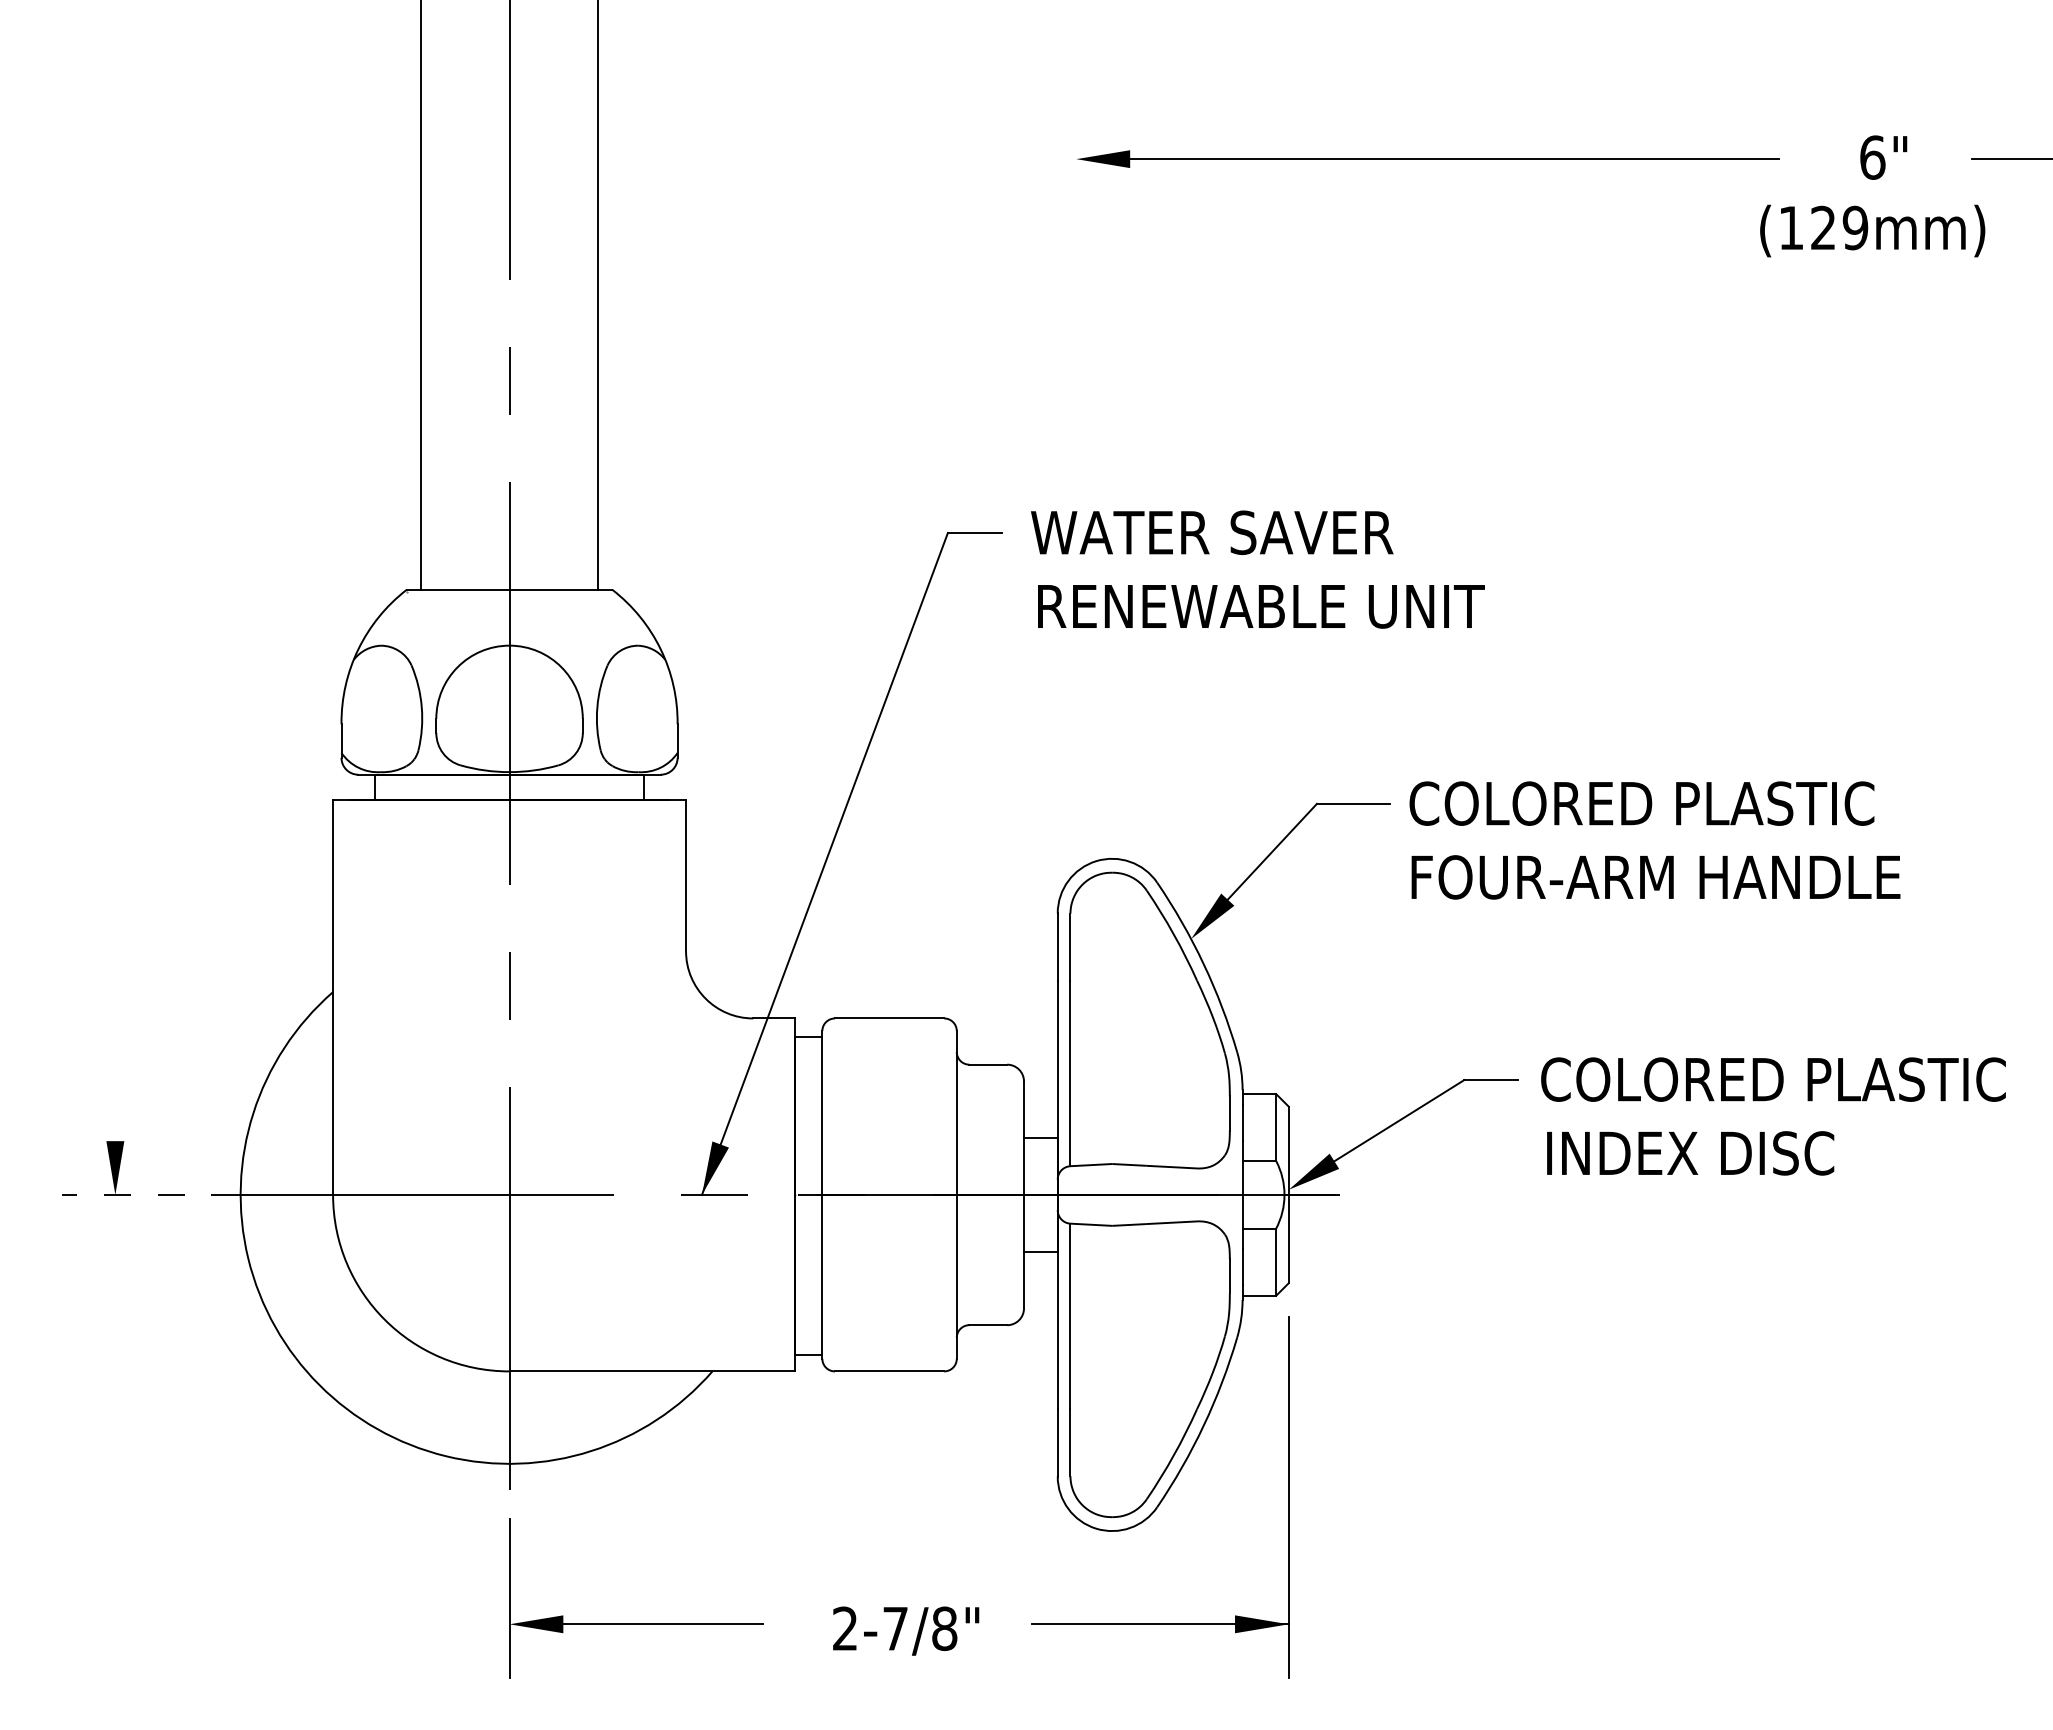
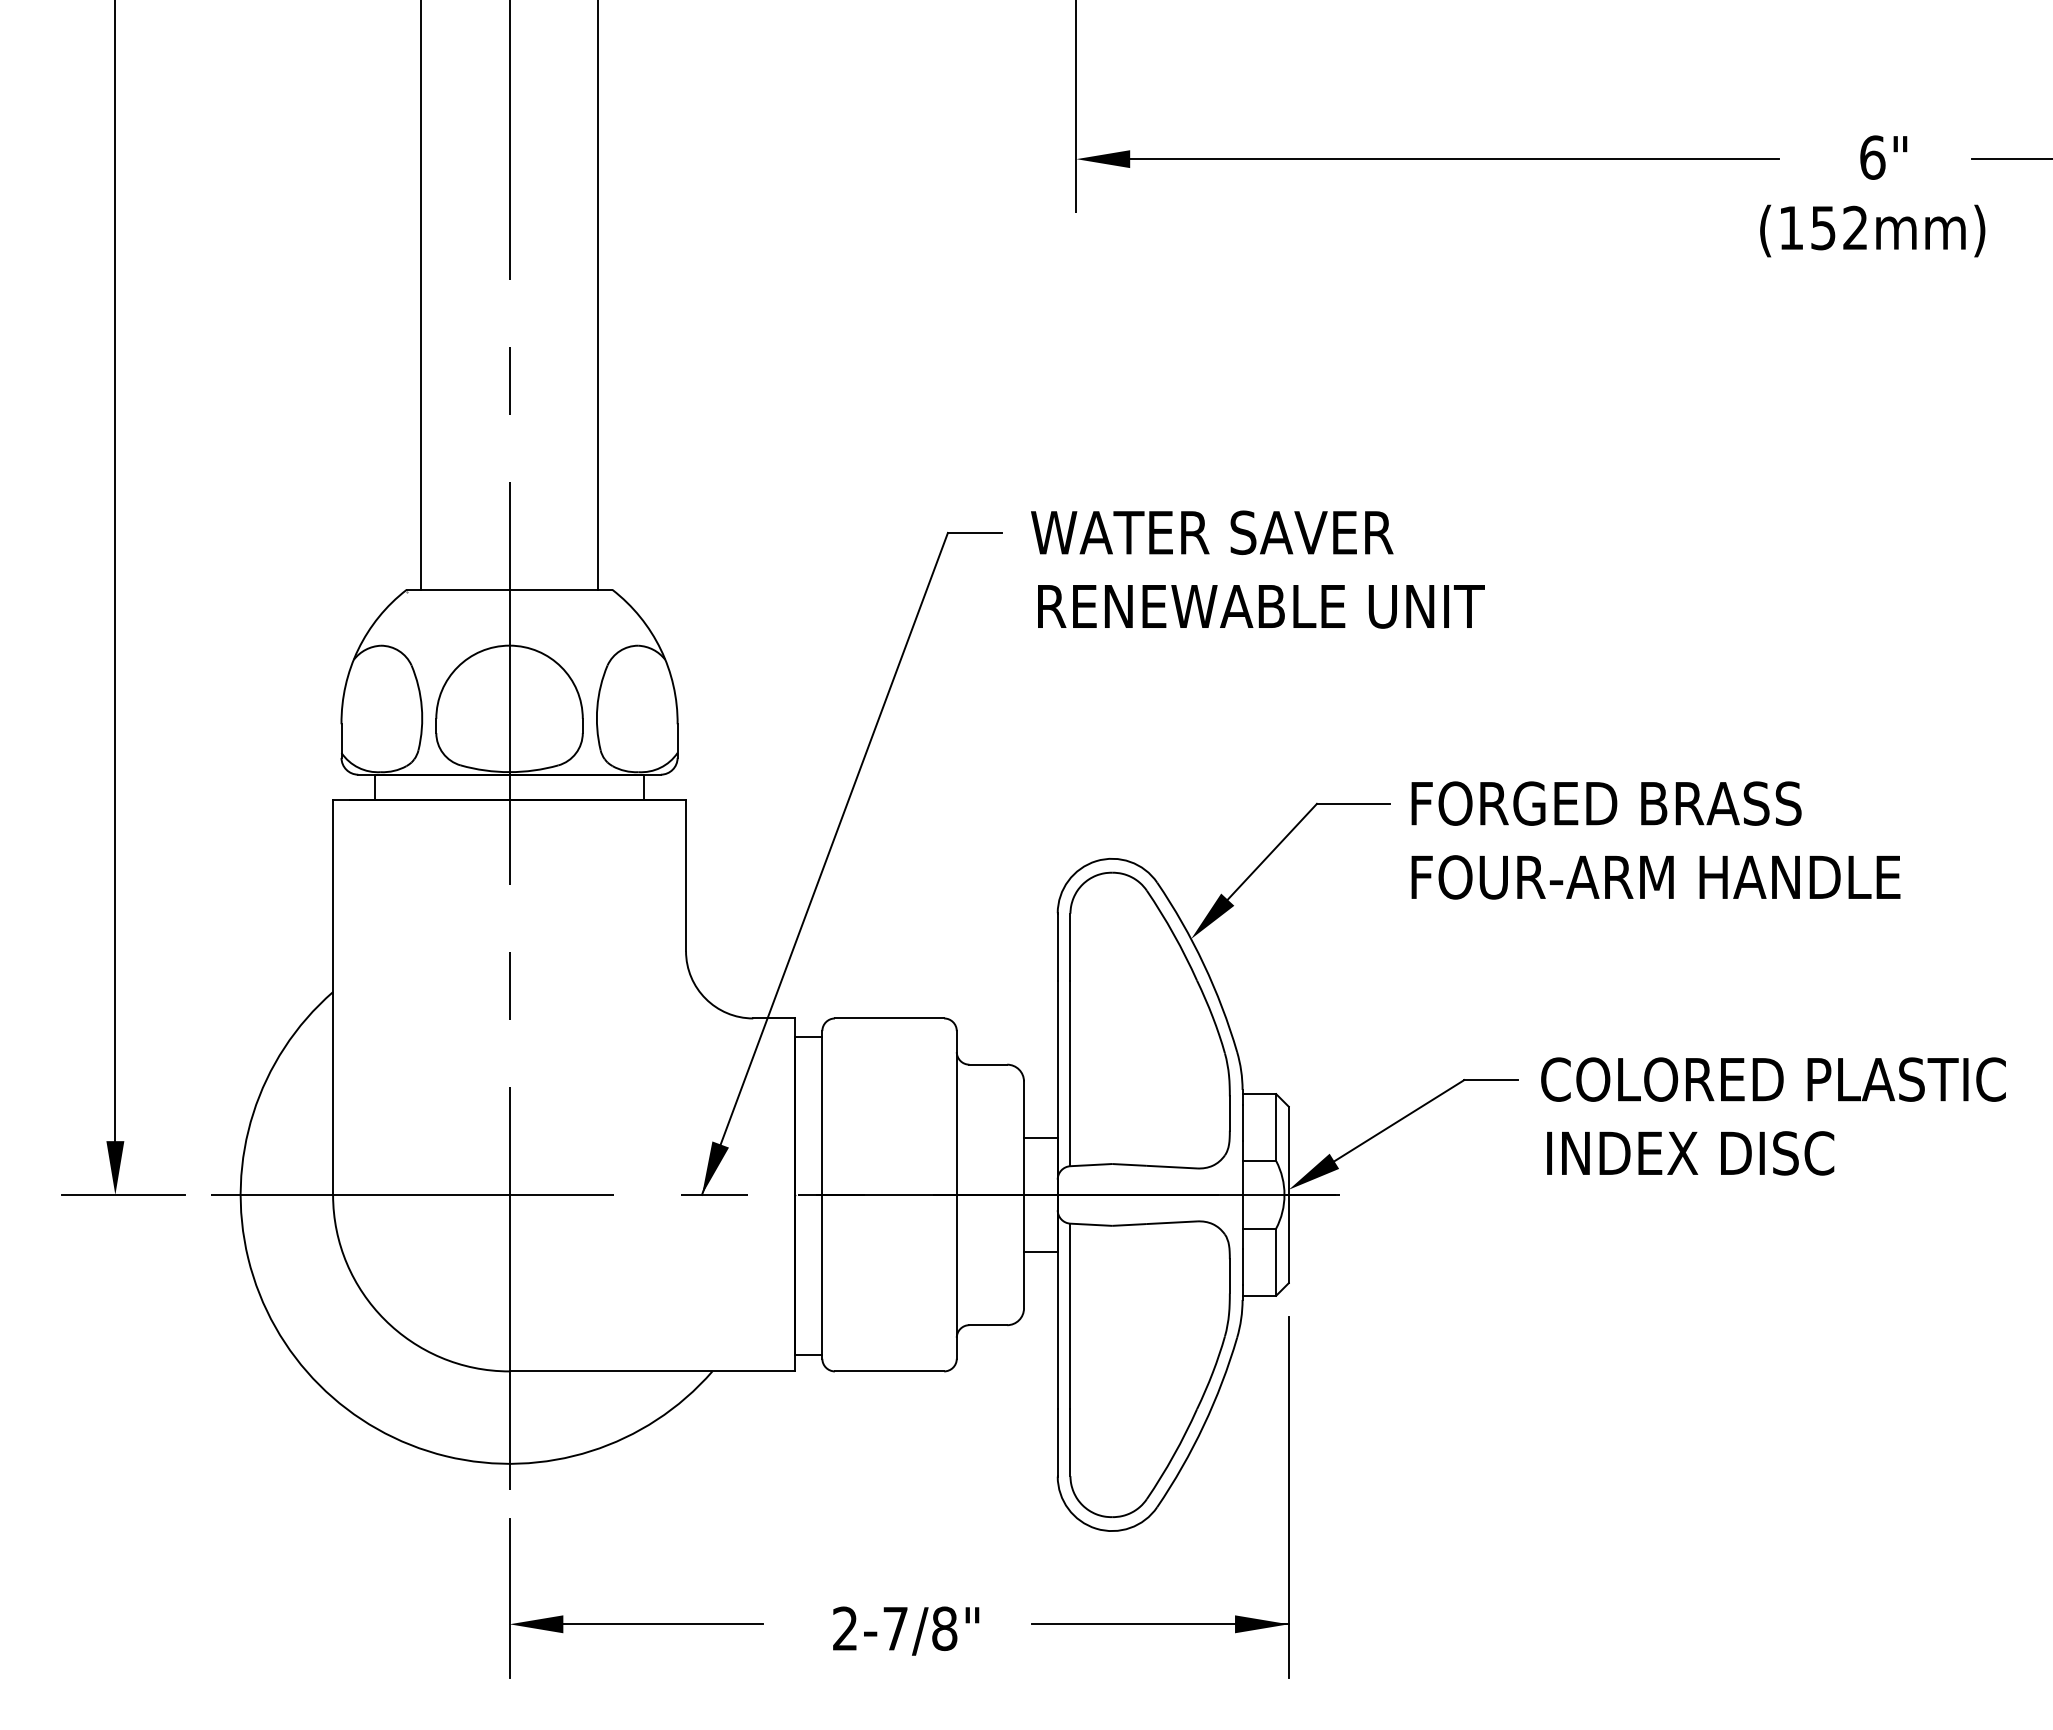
line at (1076, 107): none -> present
text at (1839, 227): (129mm) -> (152mm)
line at (115, 571): none -> present
text at (1641, 803): COLORED PLASTIC -> FORGED BRASS
line at (123, 1194): dashed -> solid
